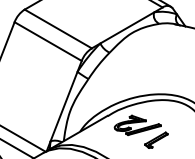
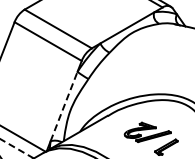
line at (64, 106): solid -> dashed
part at (140, 131) position: (140, 131) -> (150, 138)
line at (16, 148): solid -> dashed
